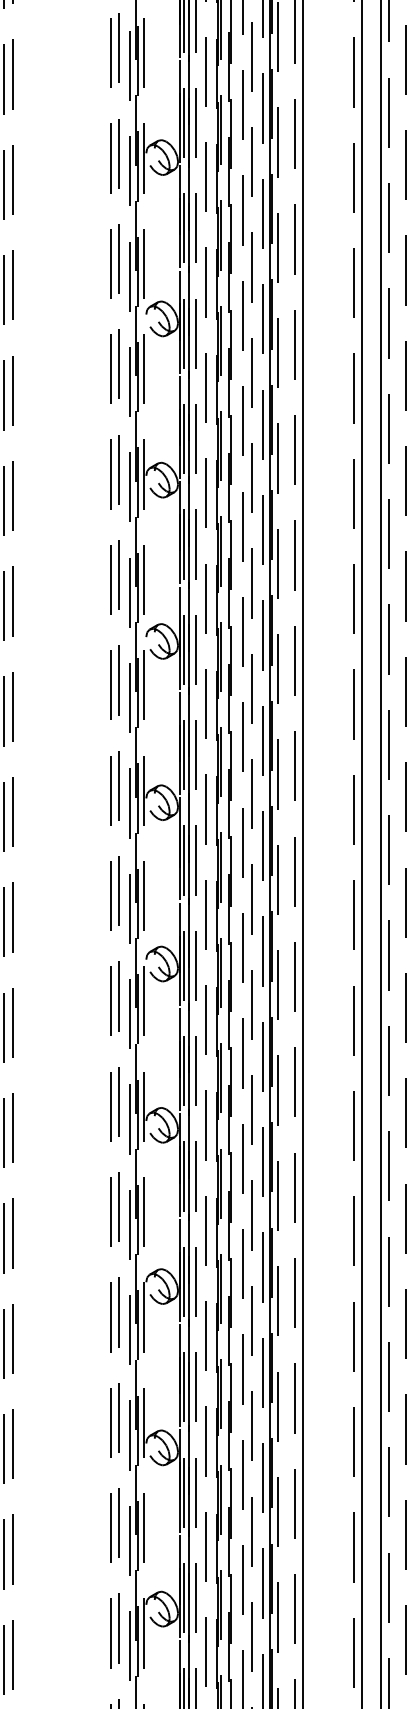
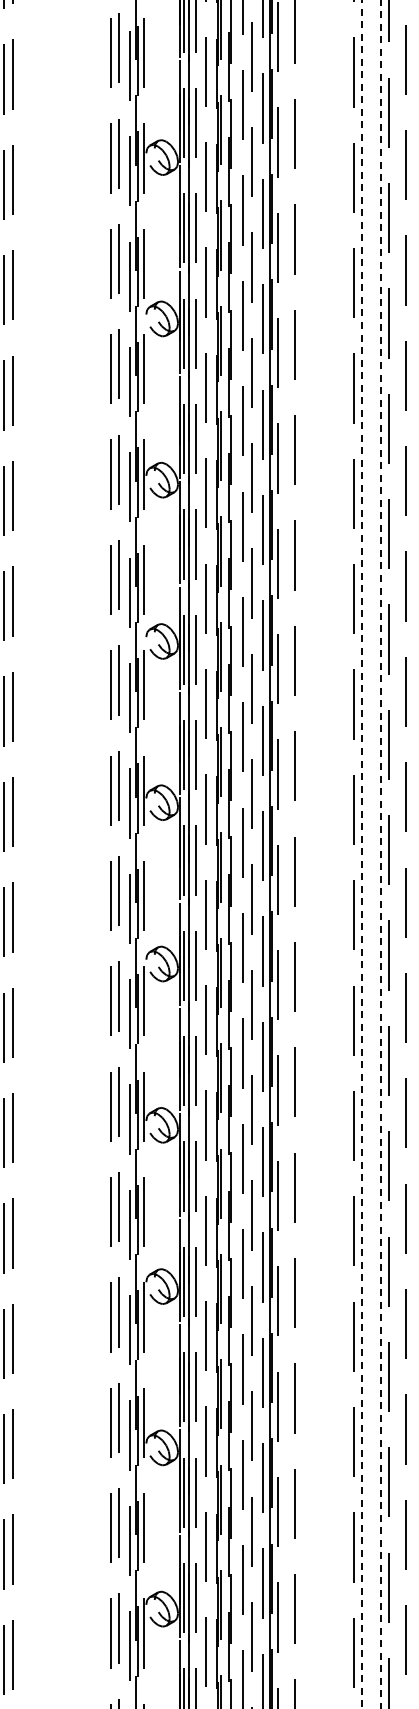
line at (303, 853): present -> none
line at (361, 854): solid -> dashed
line at (381, 854): solid -> dashed
